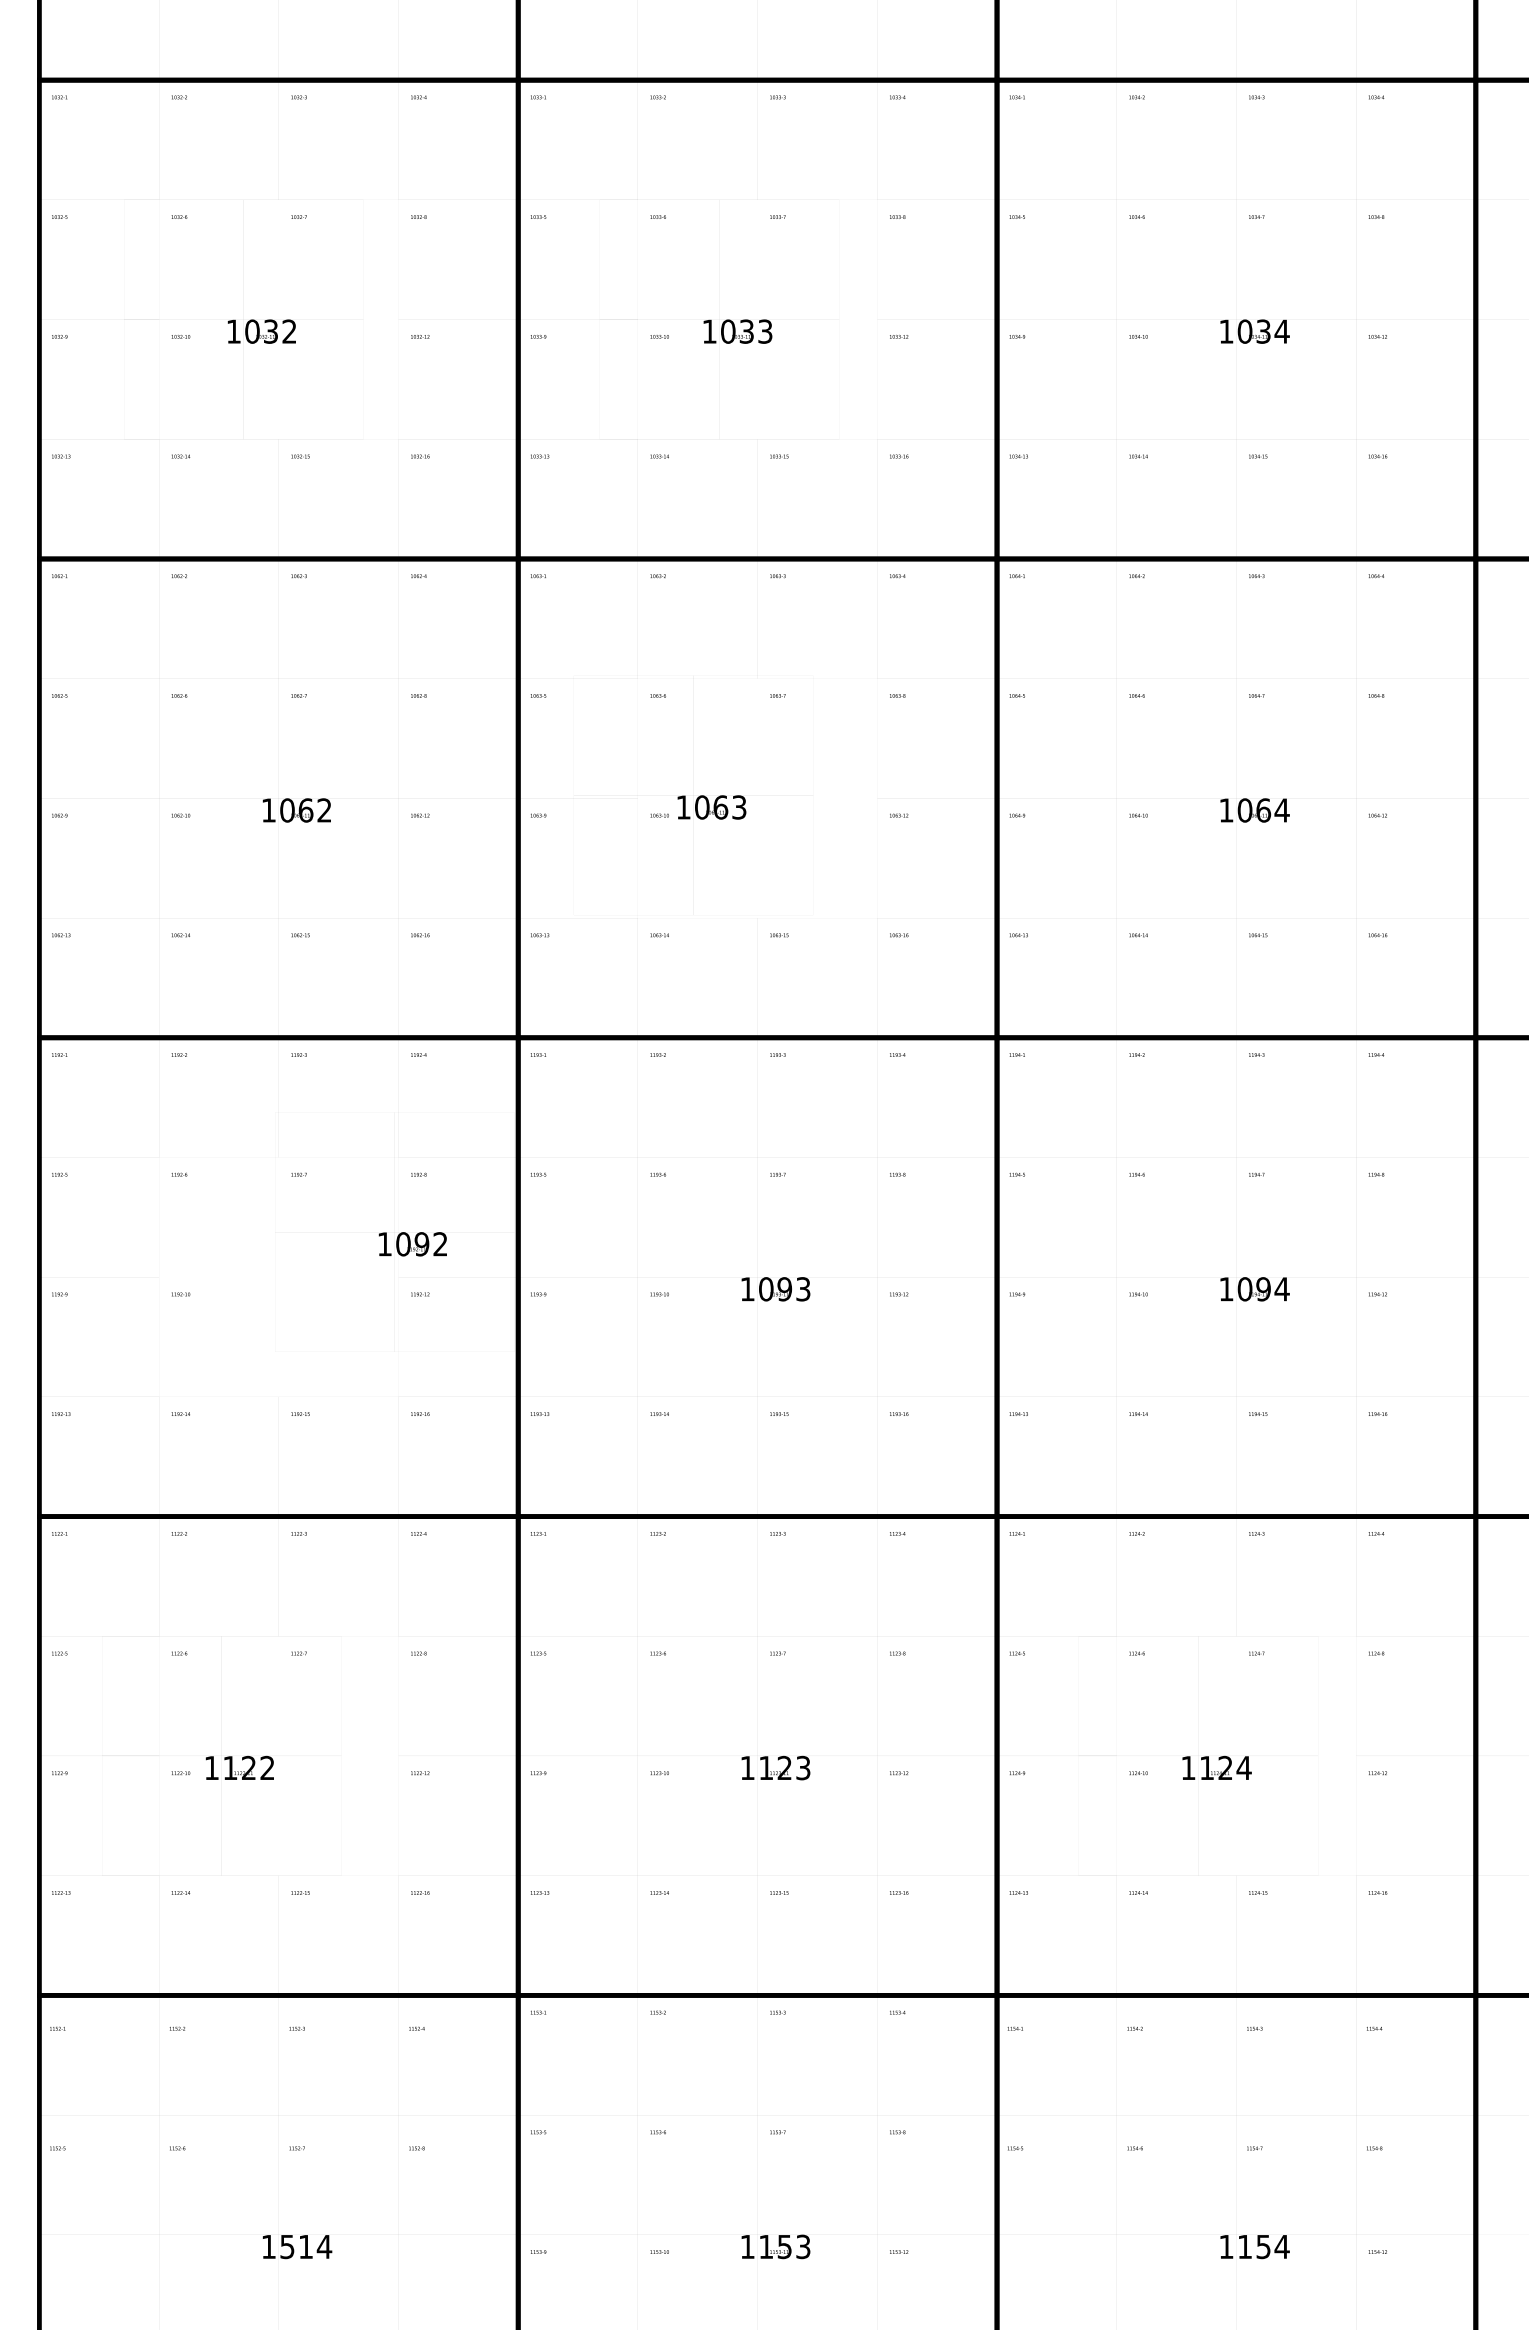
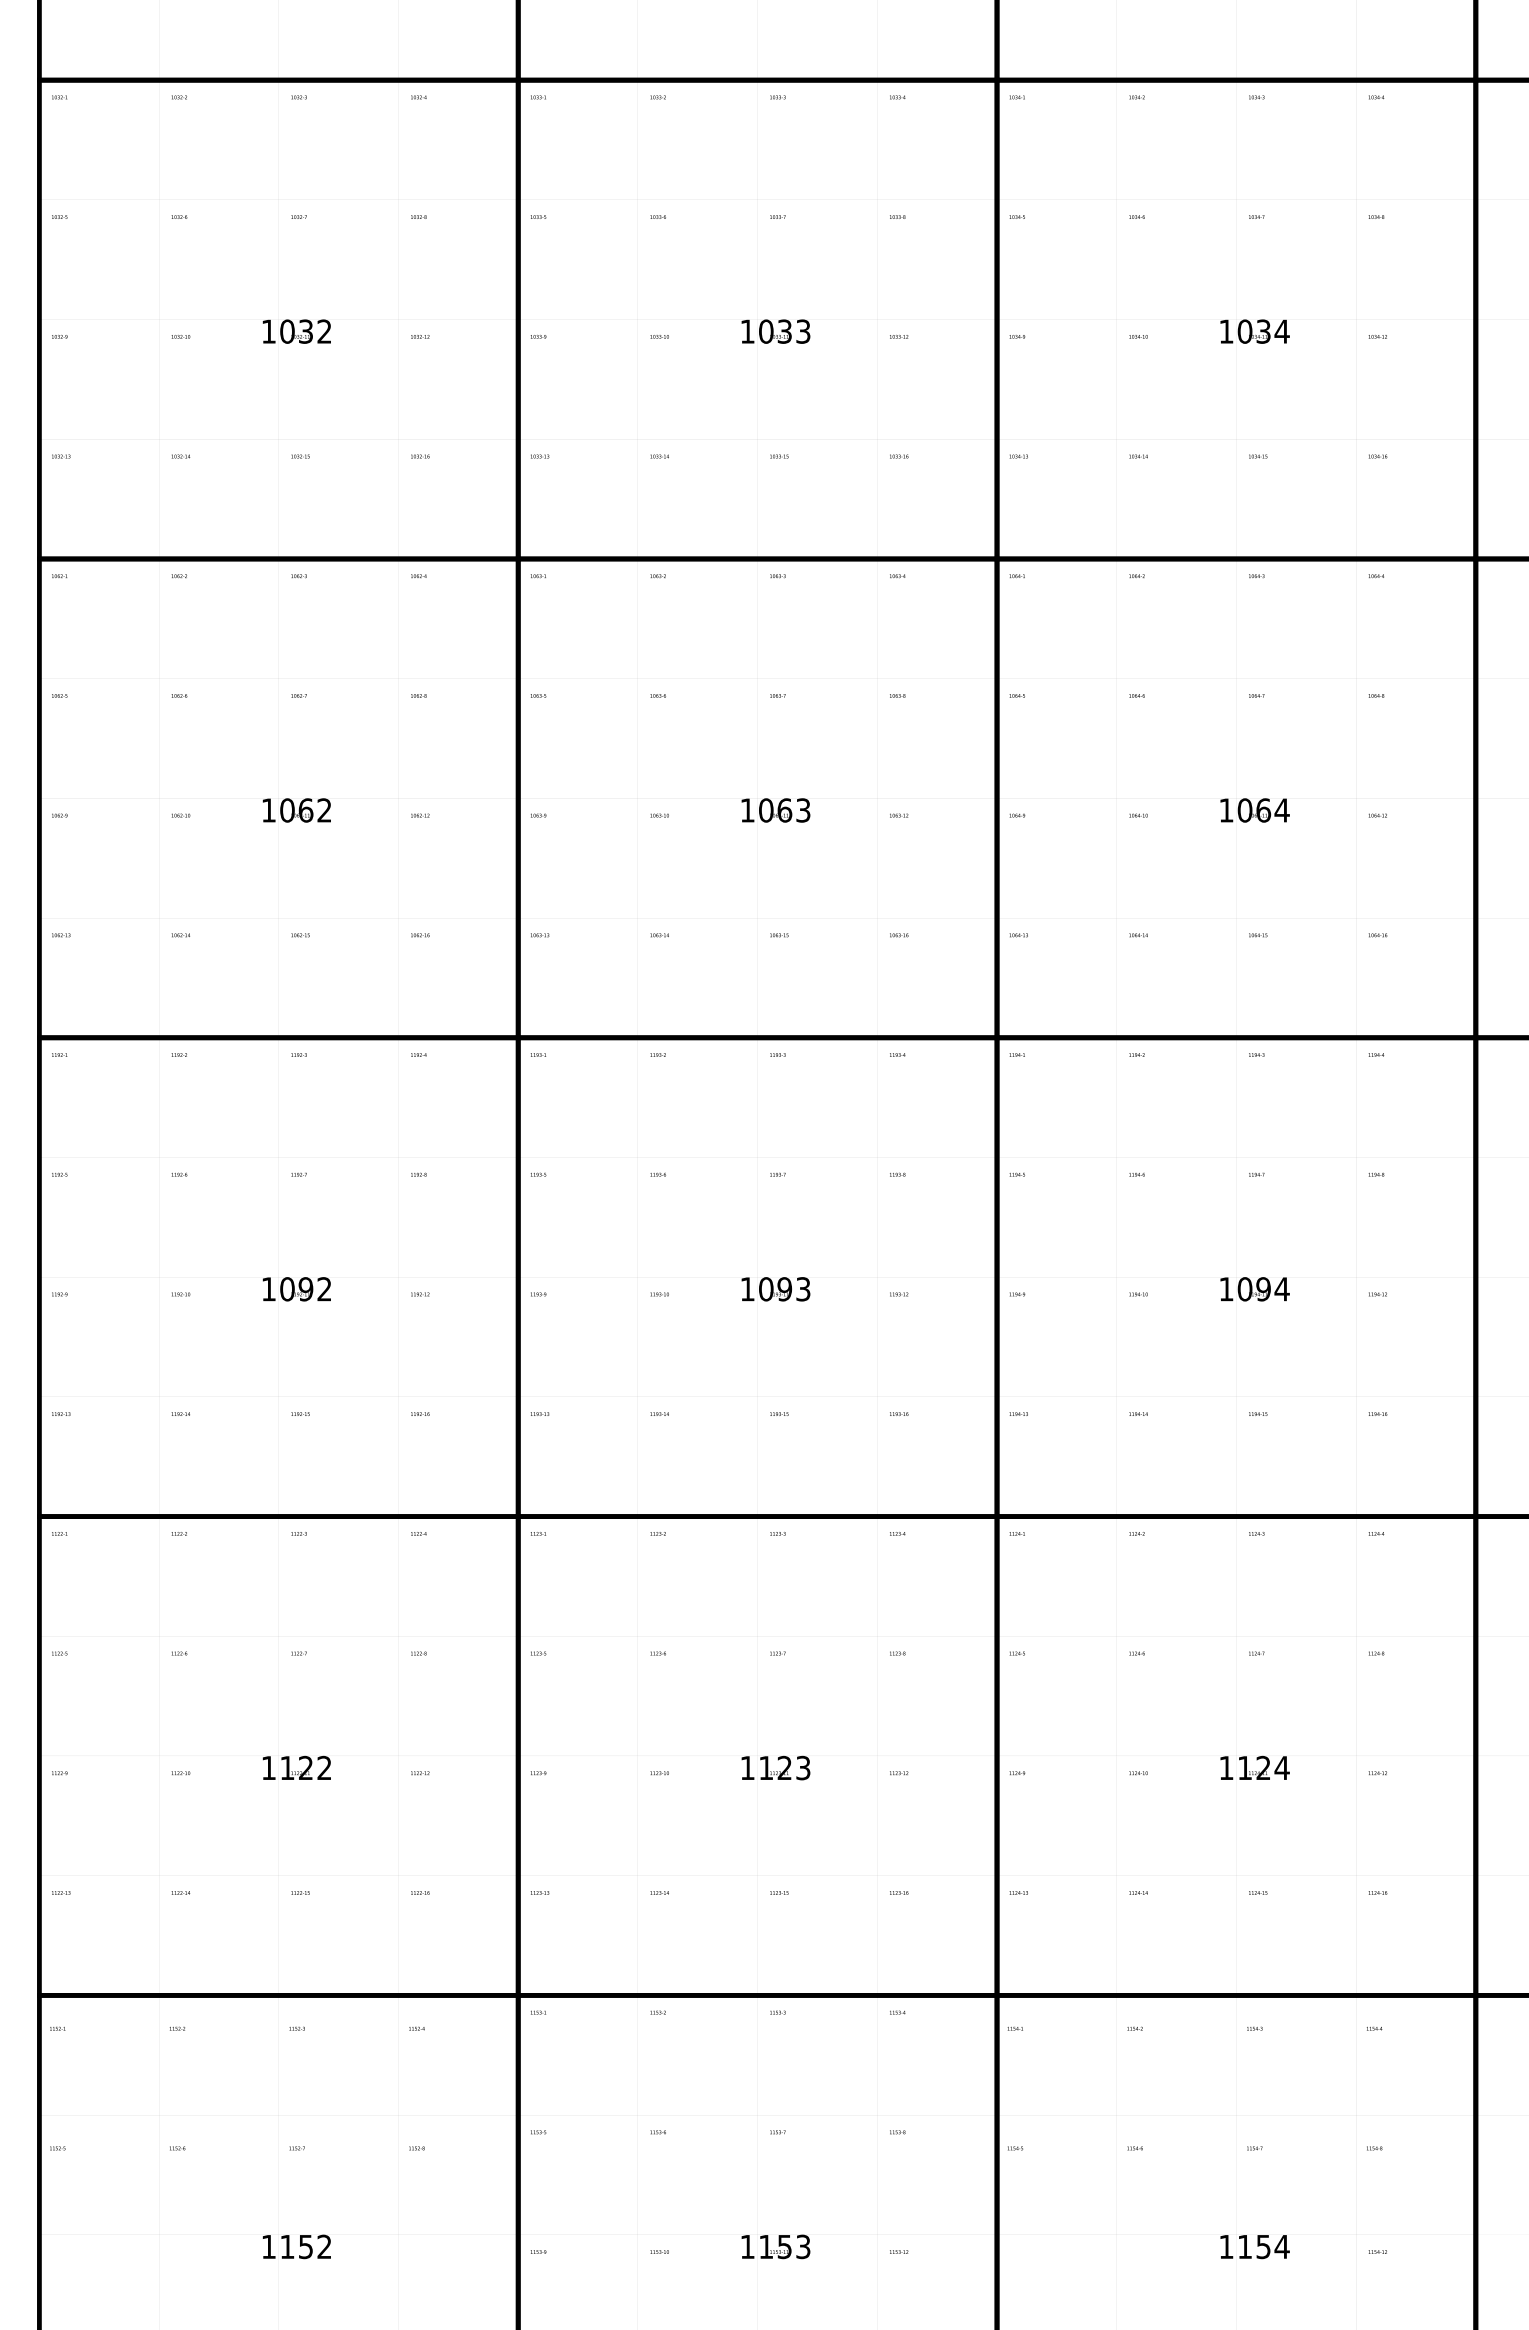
text at (261, 331) position: (261, 331) -> (296, 331)
text at (737, 331) position: (737, 331) -> (775, 331)
text at (711, 807) position: (711, 807) -> (775, 810)
text at (412, 1244) position: (412, 1244) -> (296, 1289)
text at (239, 1767) position: (239, 1767) -> (296, 1767)
text at (1216, 1767) position: (1216, 1767) -> (1254, 1767)
text at (306, 2246): 1514 -> 1152
